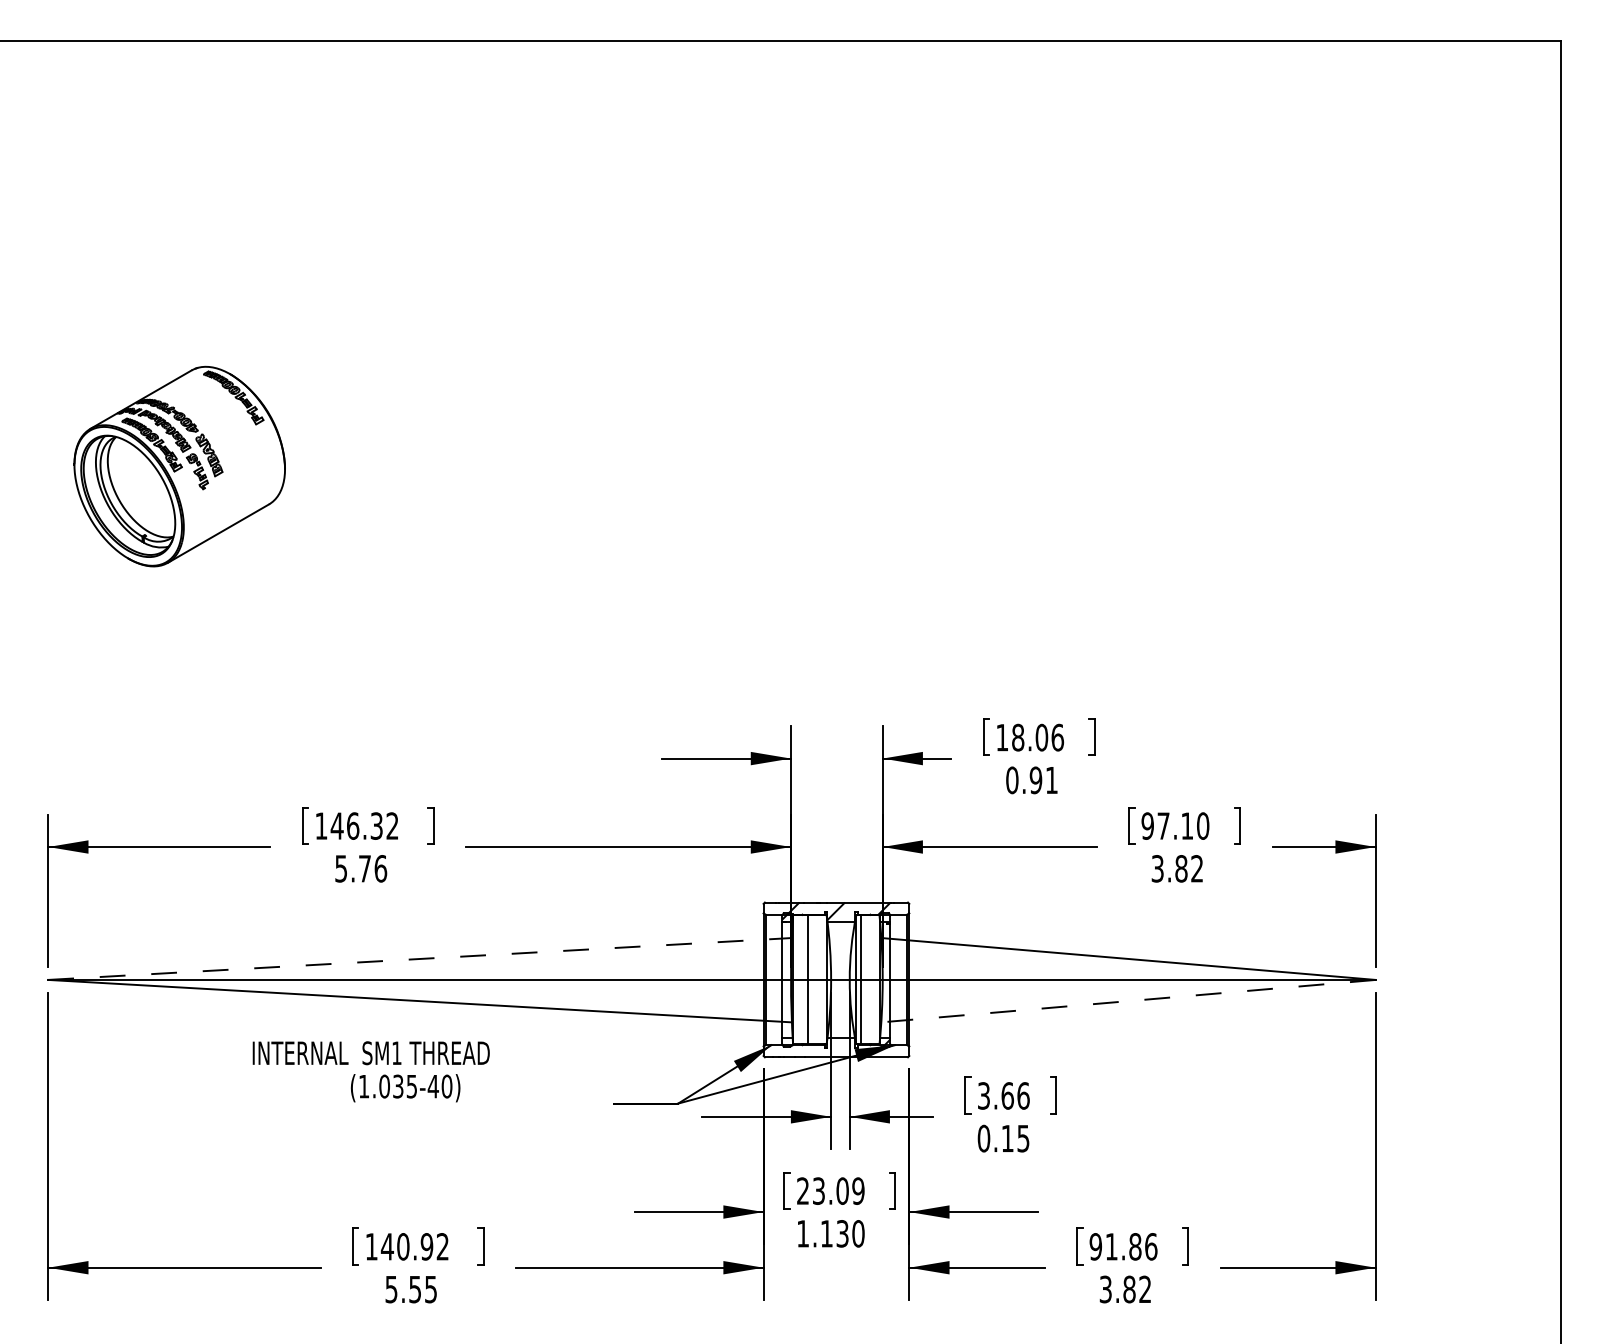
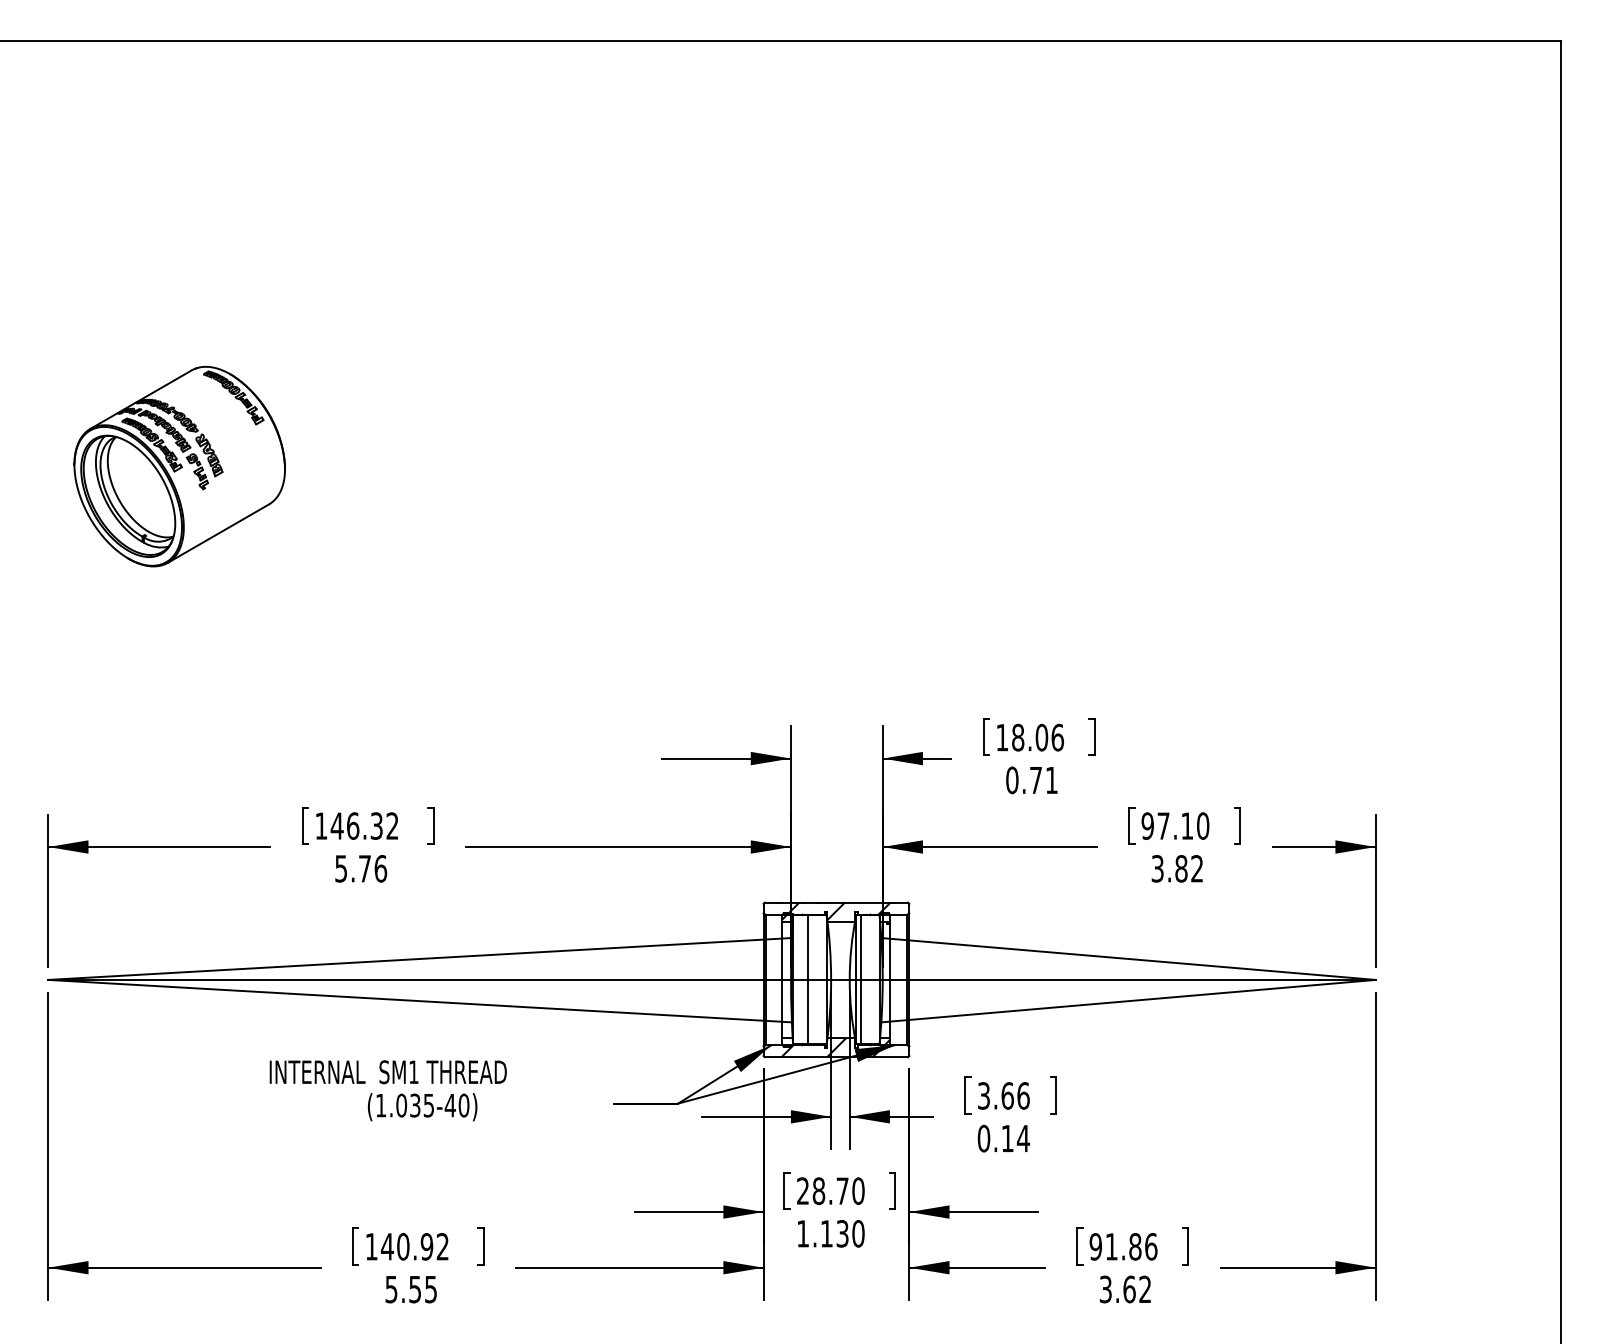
text at (1035, 780): 0.91 -> 0.71
line at (420, 958): dashed -> solid
line at (1127, 1001): dashed -> solid
hatch at (832, 1047): none -> present
text at (370, 1071) position: (370, 1071) -> (387, 1090)
text at (1022, 1138): 0.15 -> 0.14
text at (838, 1190): 23.09 -> 28.70
text at (1129, 1289): 3.82 -> 3.62
